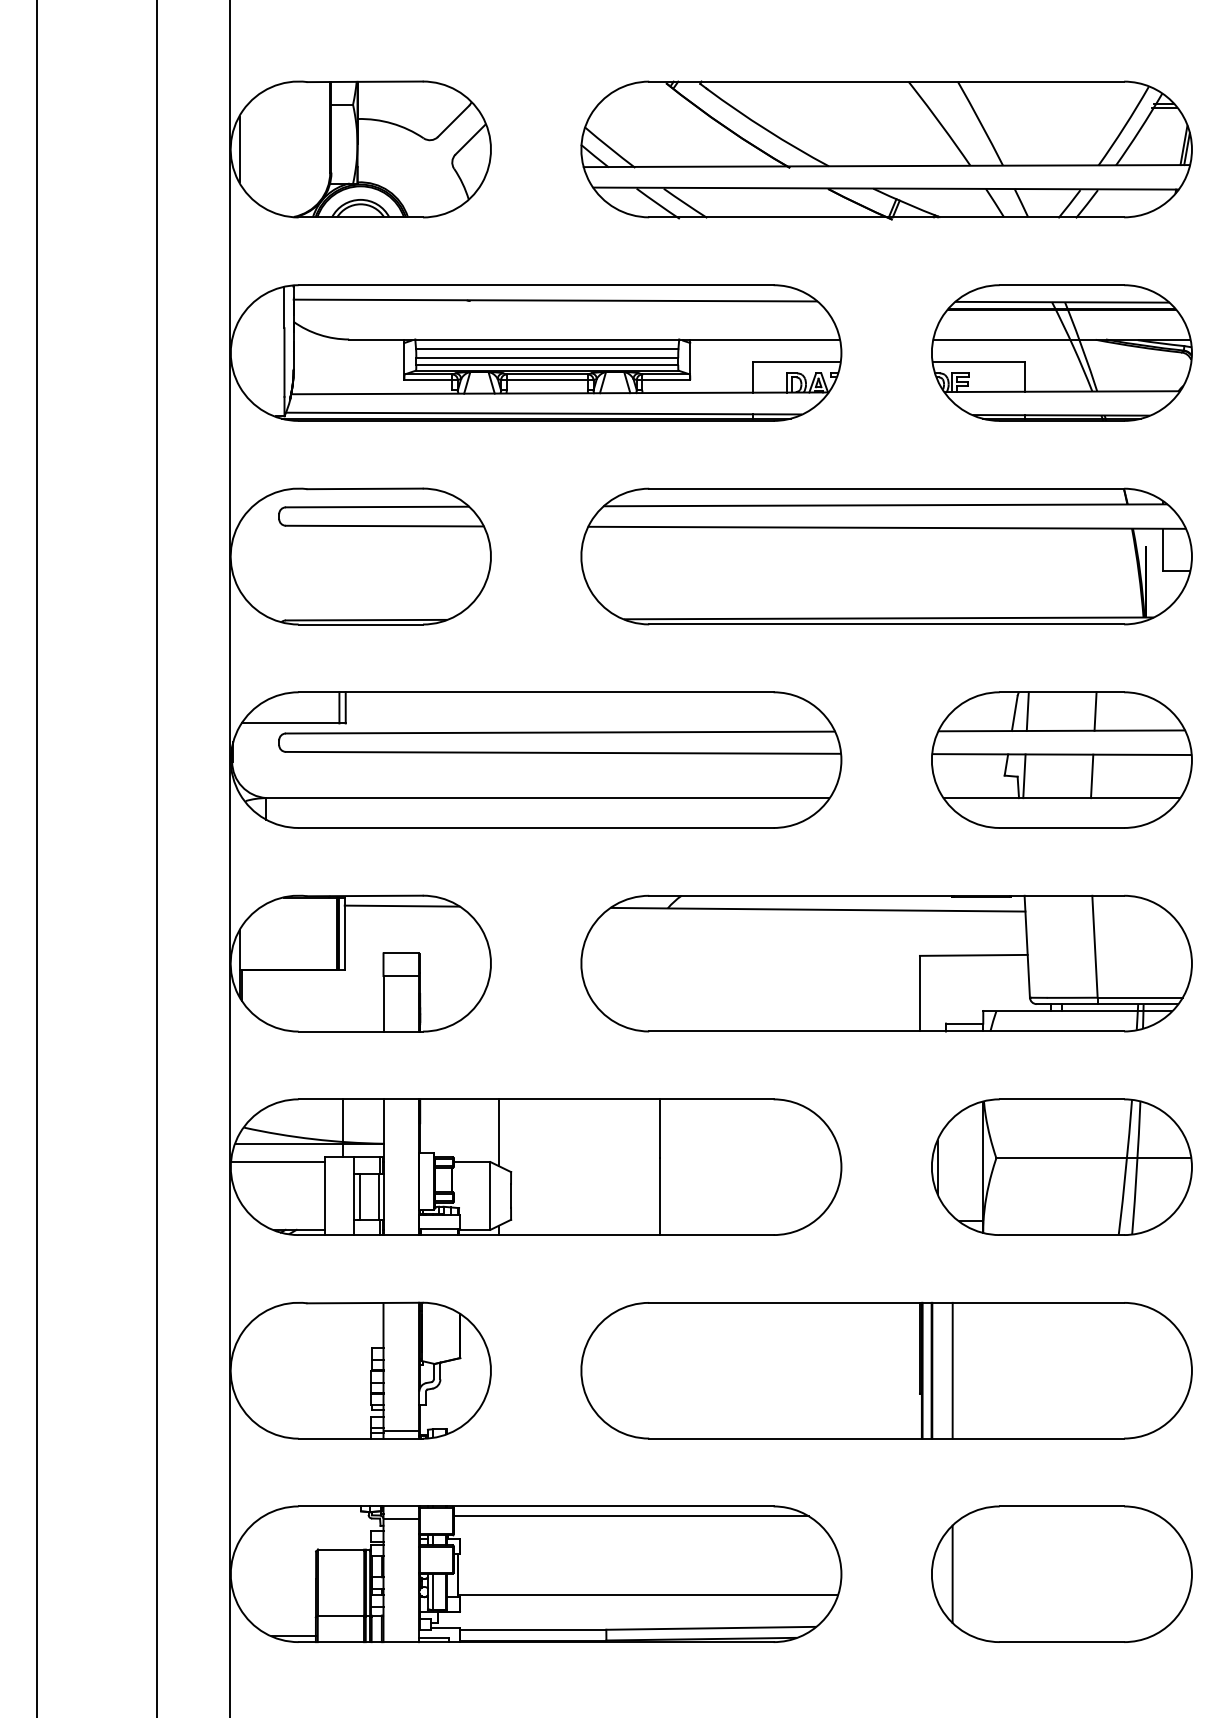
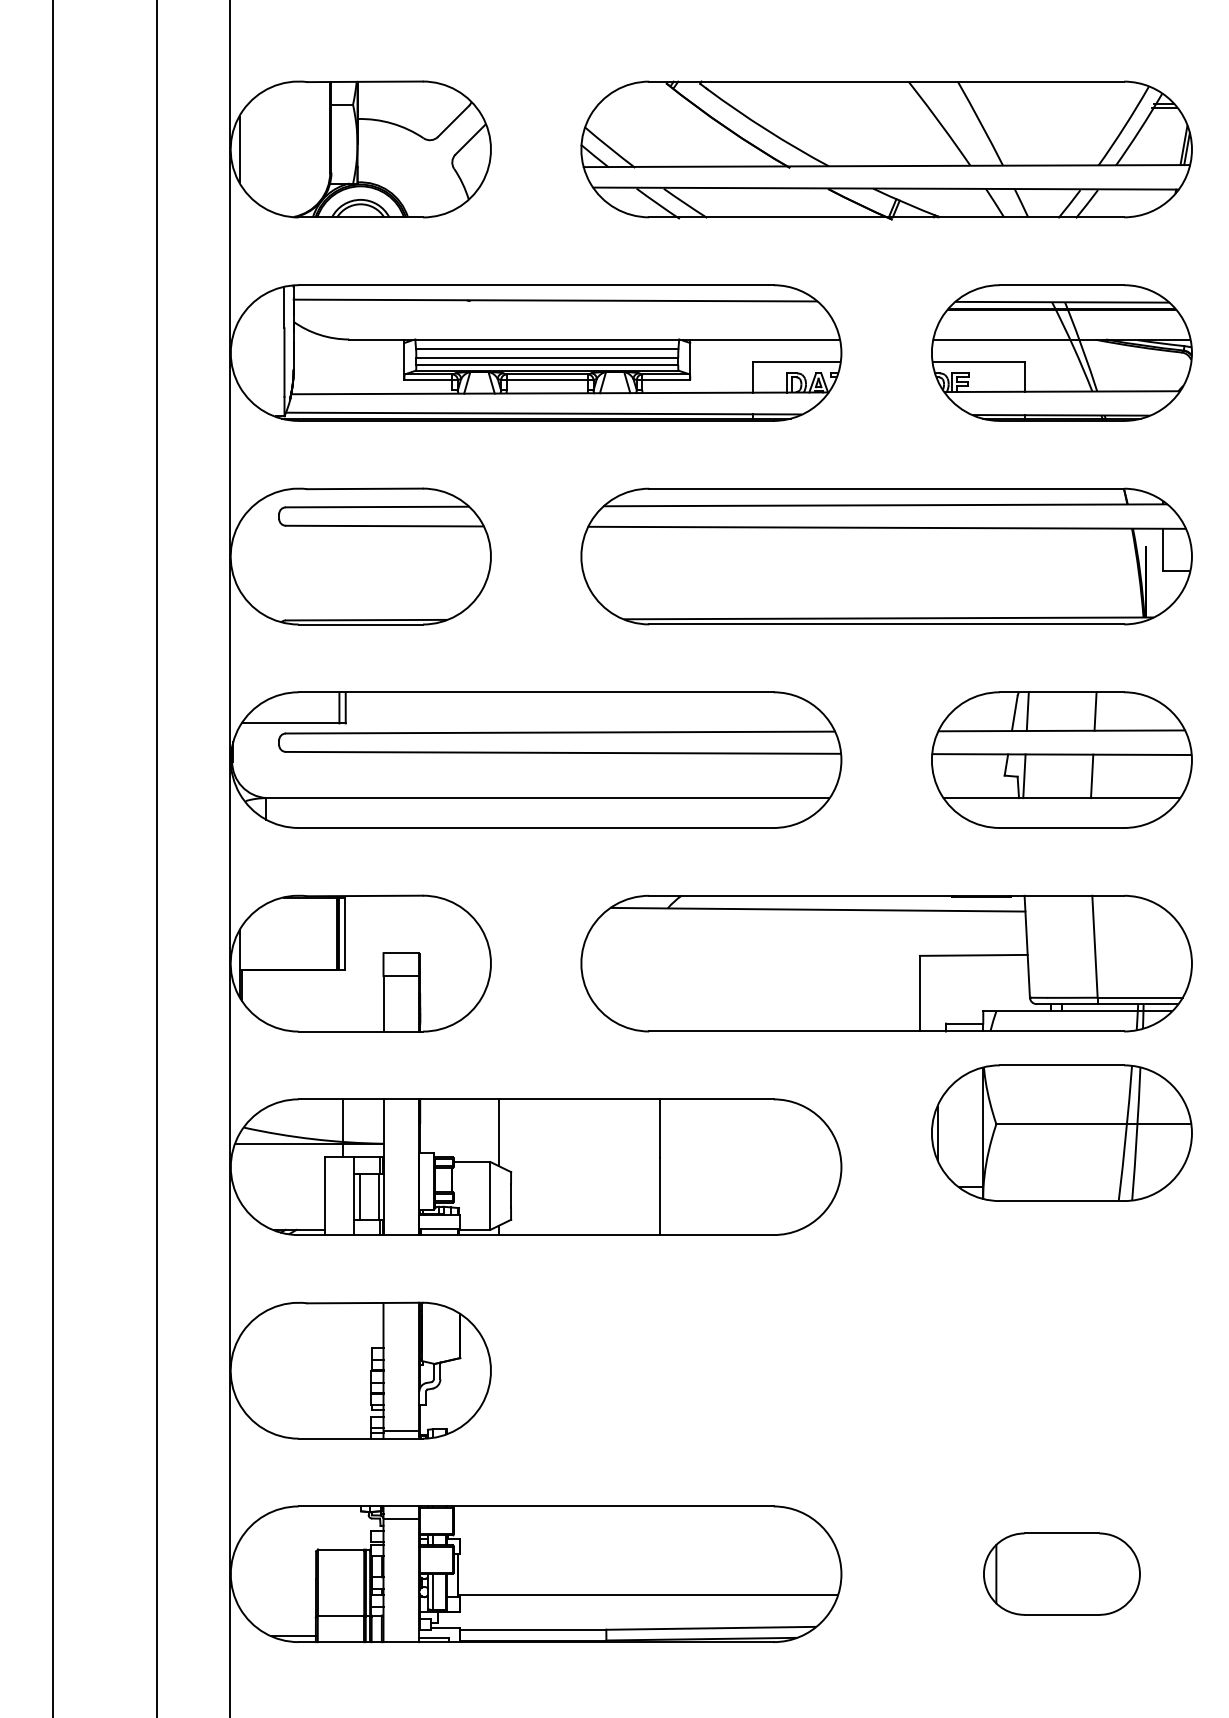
line at (37, 858) position: (37, 858) -> (53, 858)
line at (401, 905): present -> none
line at (278, 1162): present -> none
part at (1061, 1166) position: (1061, 1166) -> (1061, 1132)
part at (886, 1370): present -> none
line at (630, 1516): present -> none
part at (1061, 1573) size: 262x138 px -> 158x84 px
